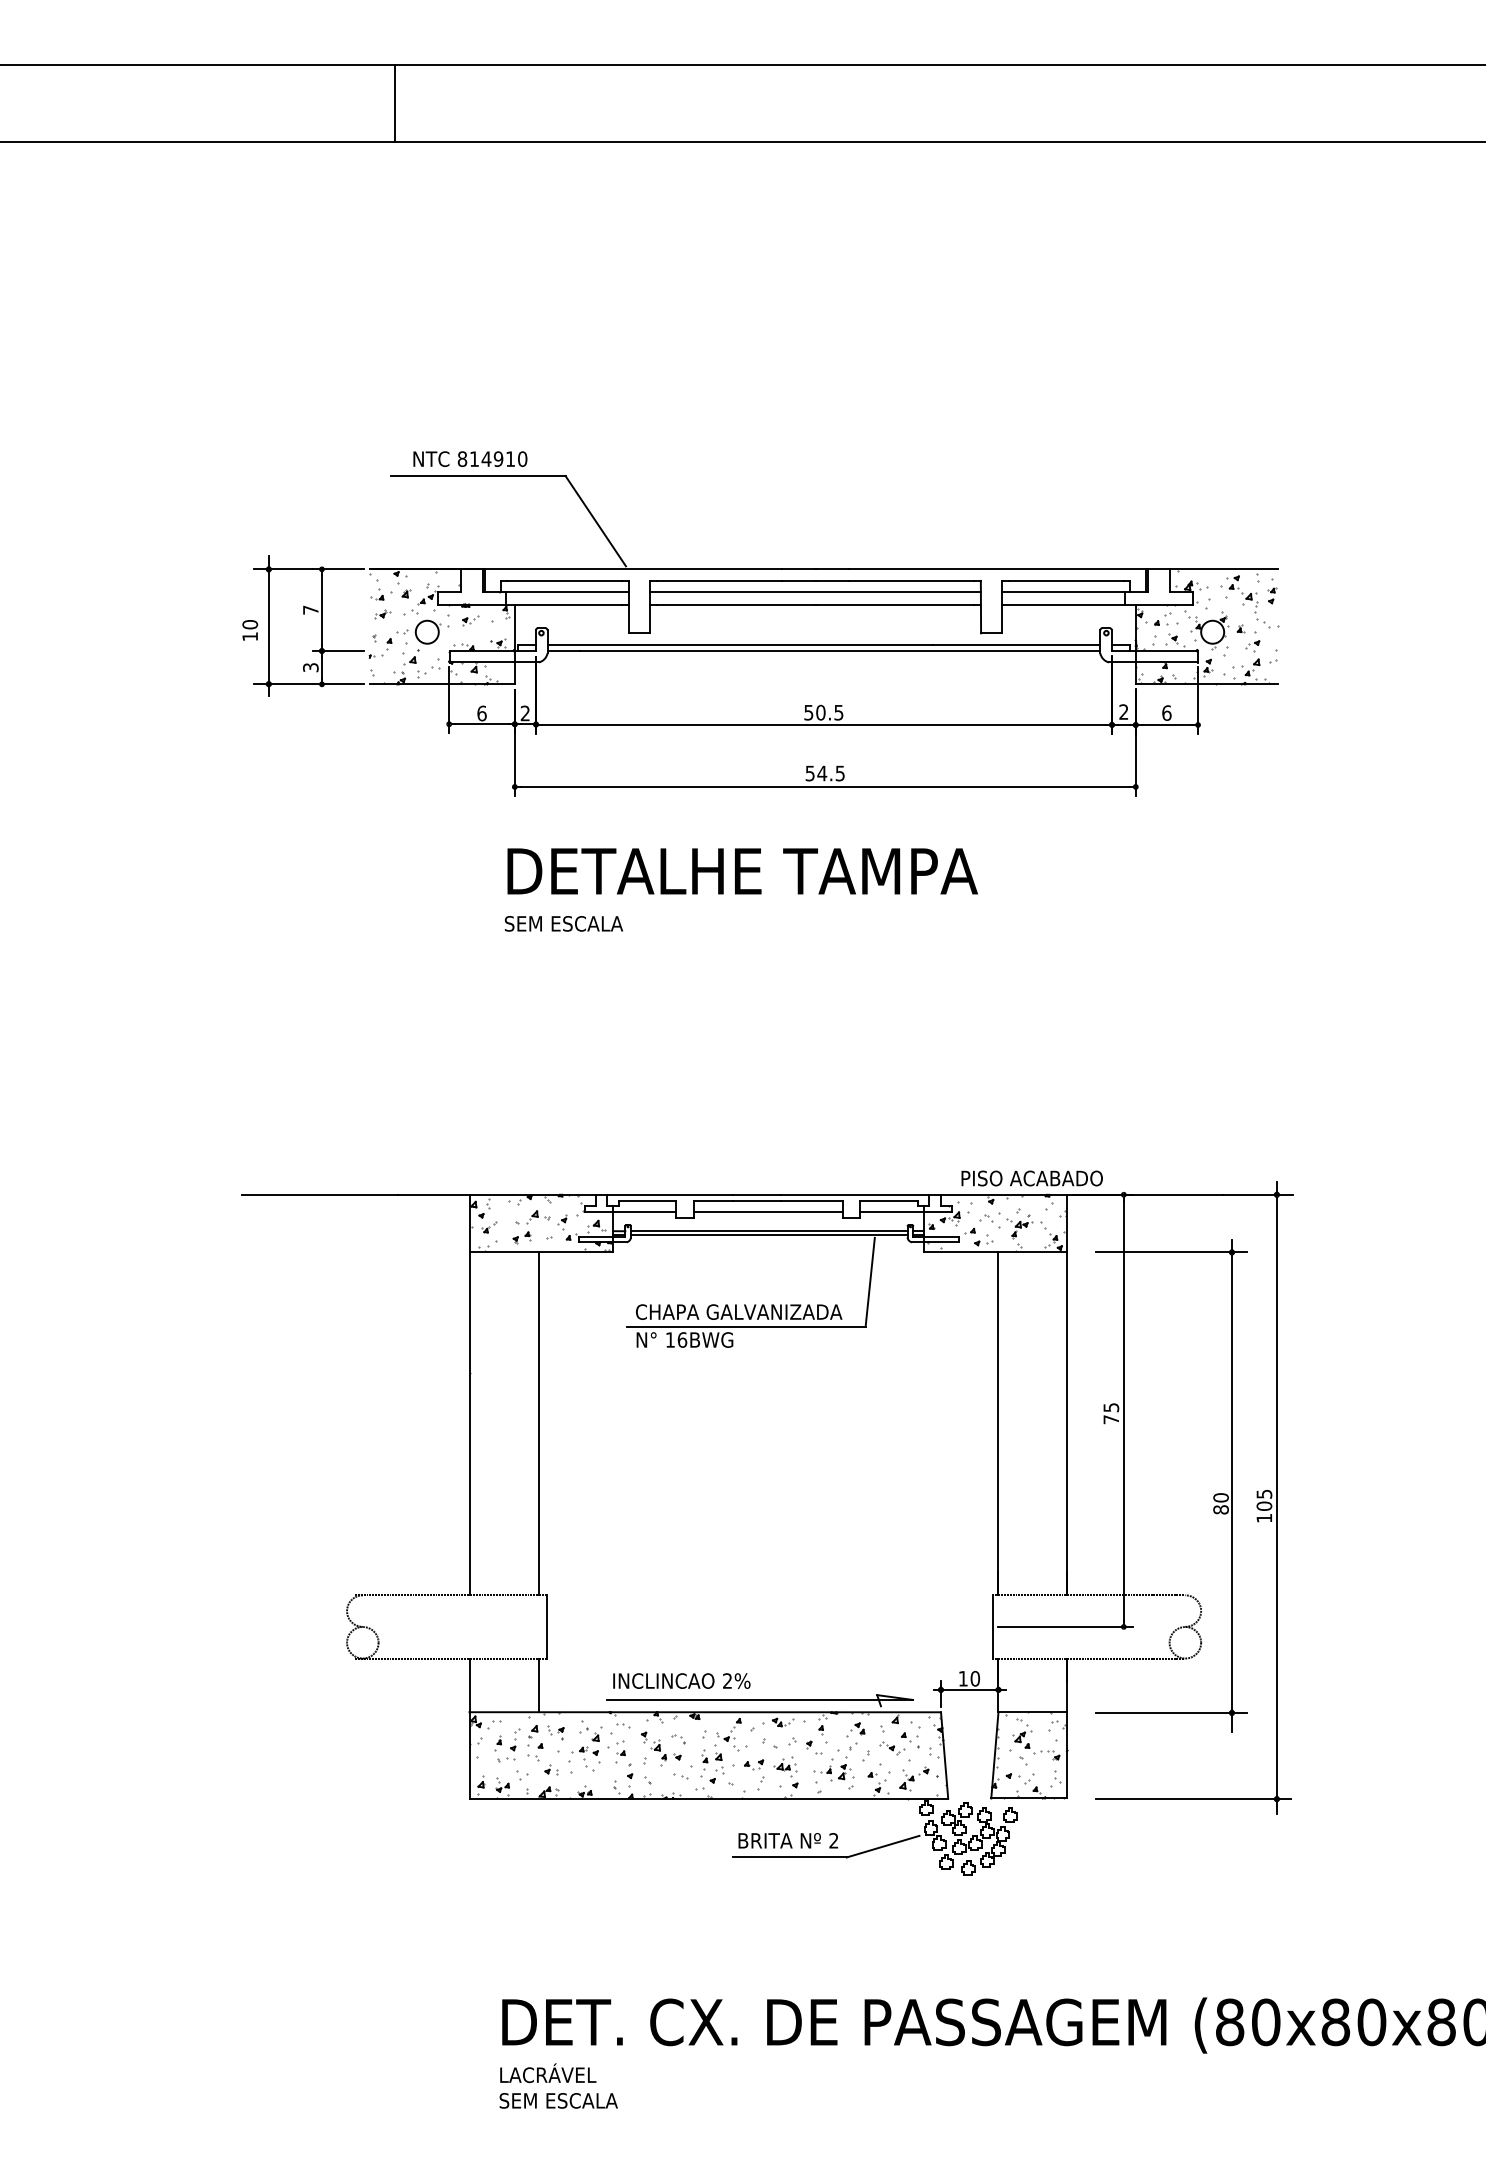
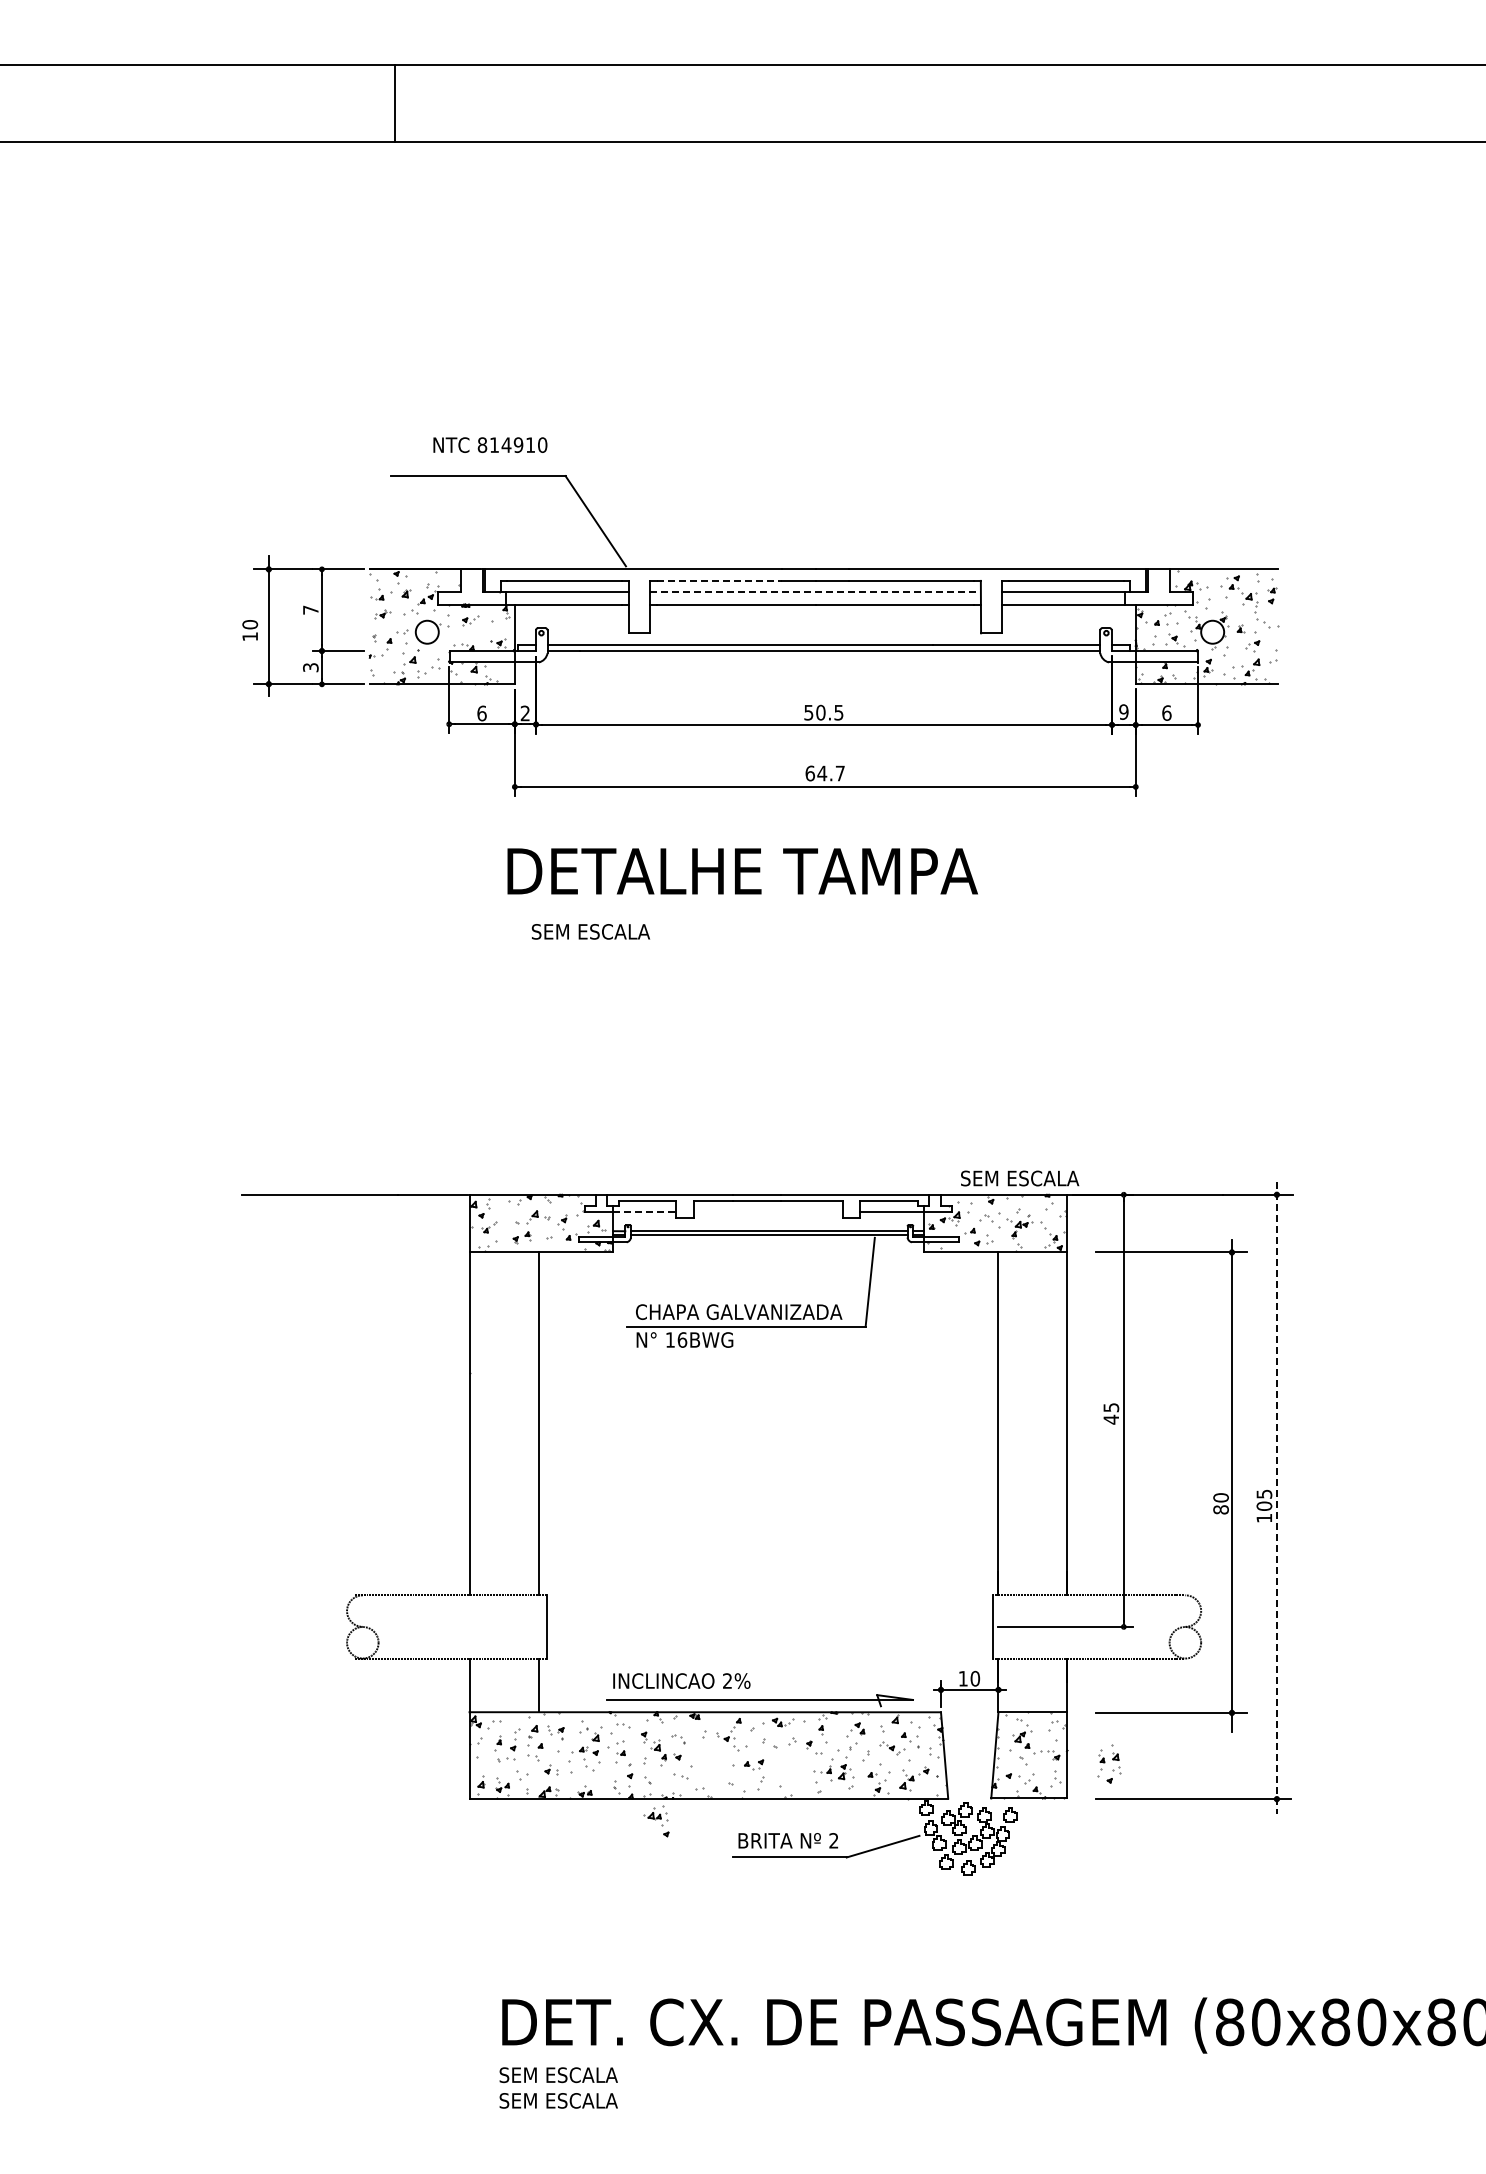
text at (470, 458) position: (470, 458) -> (490, 444)
line at (719, 580): solid -> dashed
line at (816, 592): solid -> dashed
text at (1123, 711): 2 -> 9
text at (824, 773): 54.5 -> 64.7
text at (563, 923) position: (563, 923) -> (590, 931)
text at (1031, 1178): PISO ACABADO -> SEM ESCALA
line at (644, 1212): solid -> dashed
line at (768, 1212): present -> none
text at (1110, 1419): 75 -> 45
line at (1276, 1498): solid -> dashed
part at (712, 1763) position: (712, 1763) -> (1109, 1763)
part at (785, 1772) position: (785, 1772) -> (656, 1821)
text at (558, 2073): LACRÁVEL -> SEM ESCALA
